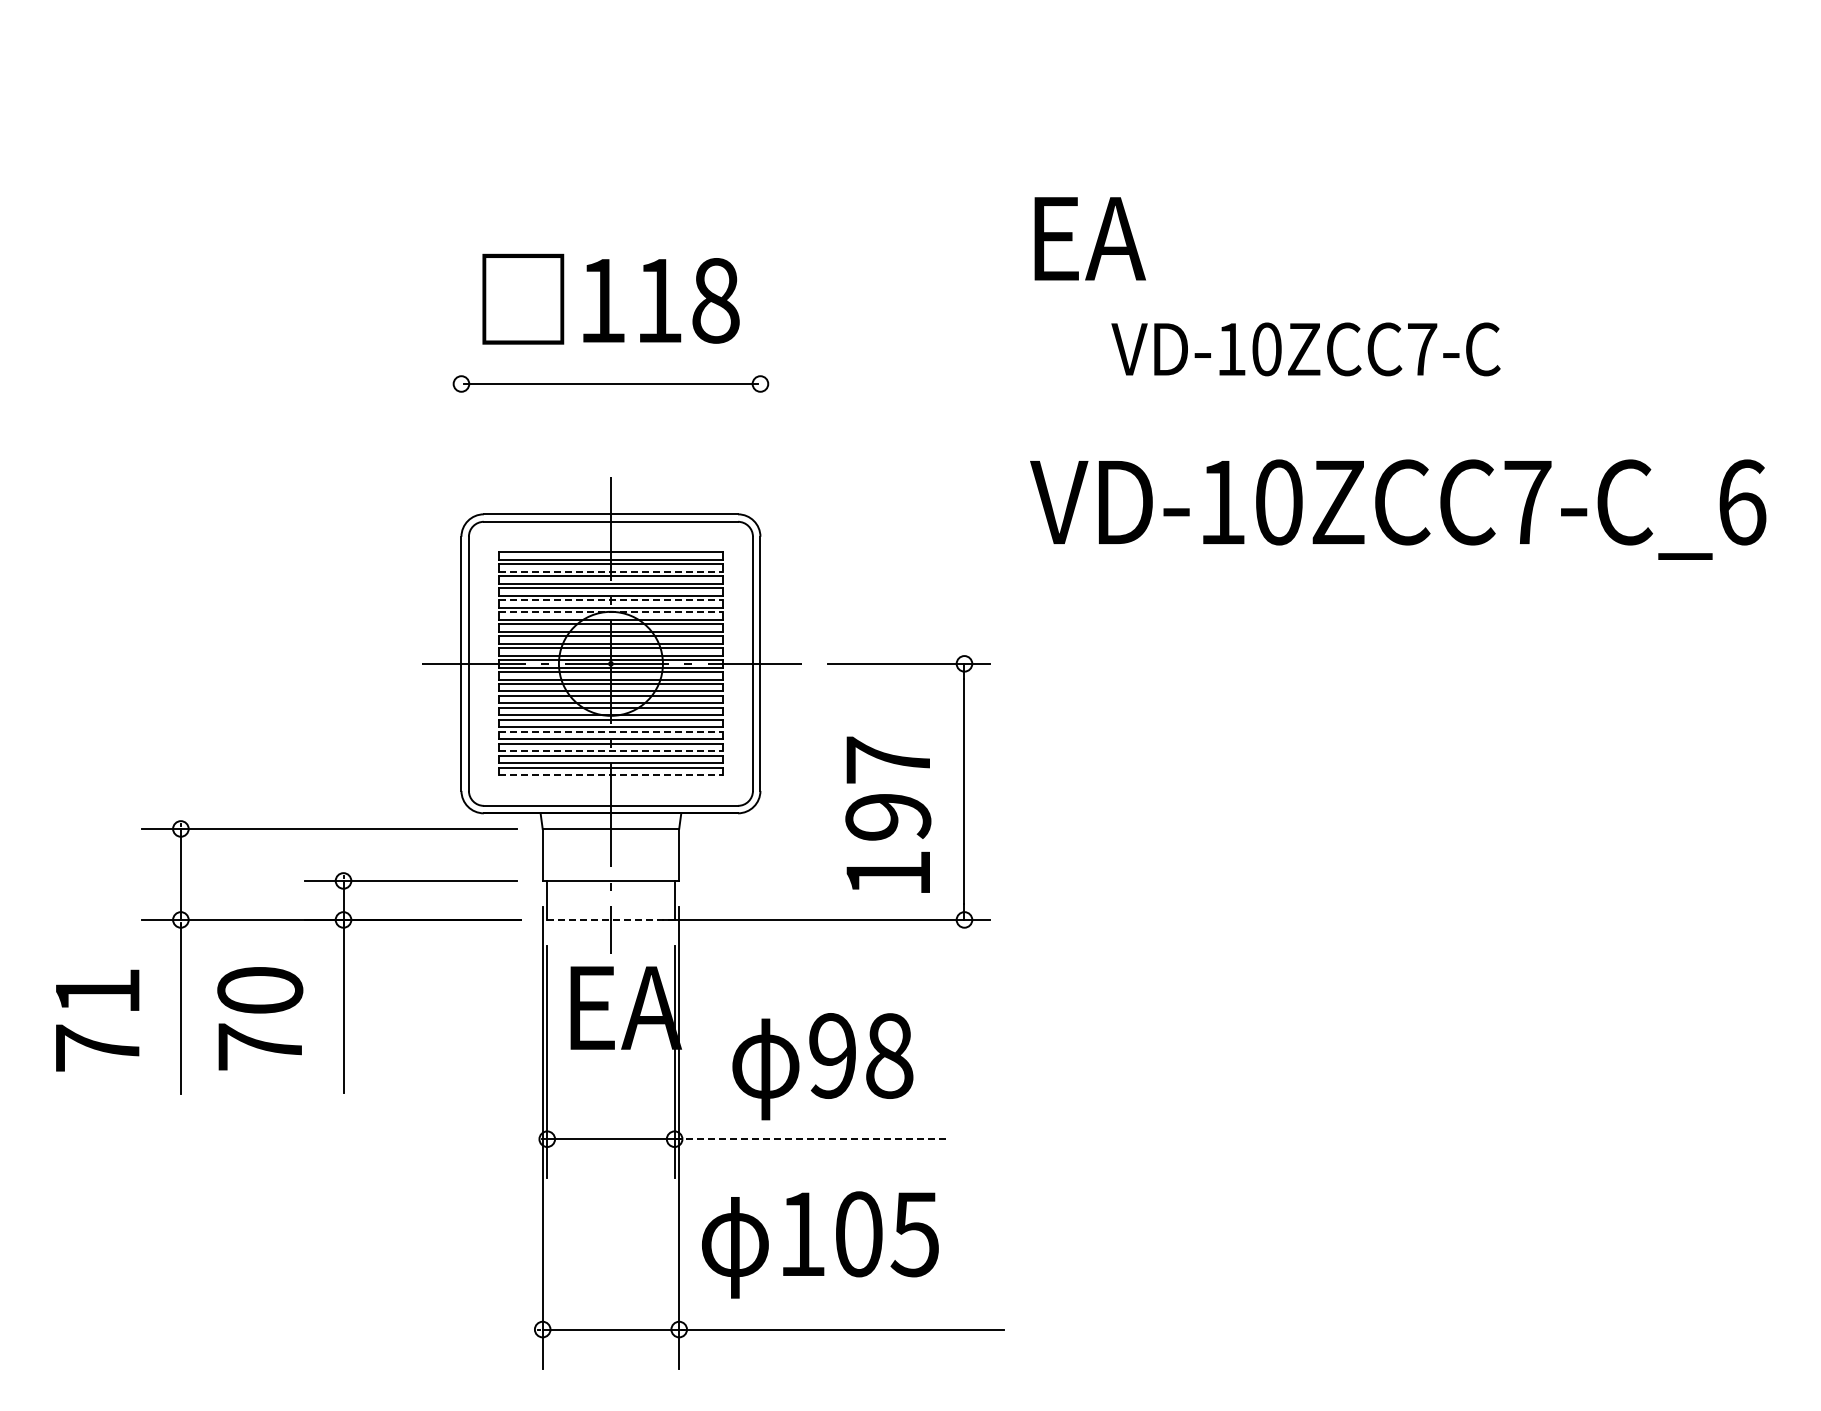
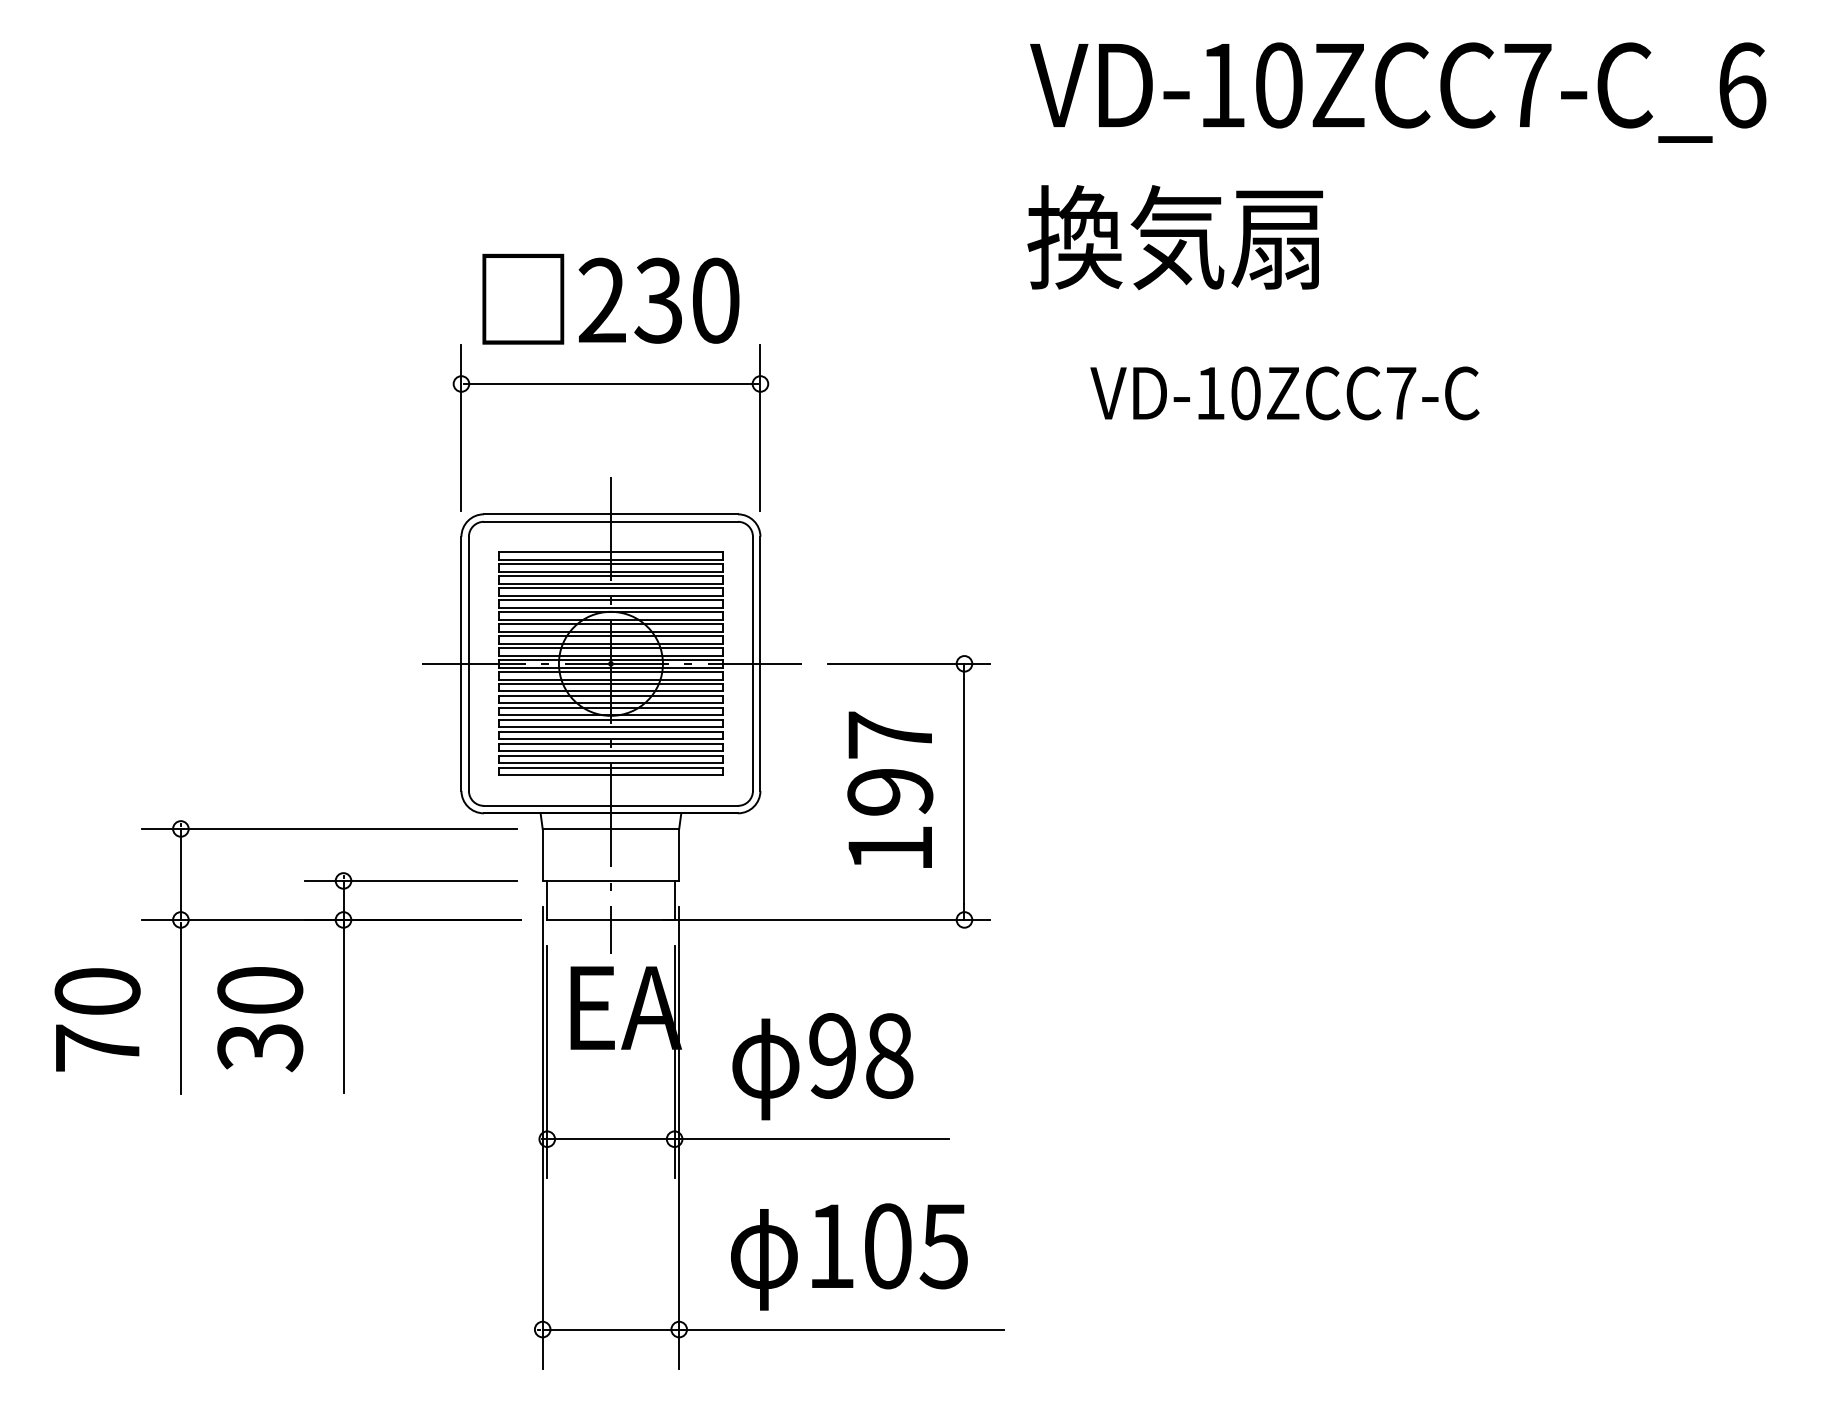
text at (1175, 237): EA -> 換気扇
text at (658, 300): 118 -> 230
text at (1305, 349) position: (1305, 349) -> (1284, 393)
line at (461, 427): none -> present
line at (760, 427): none -> present
text at (1398, 509) position: (1398, 509) -> (1398, 92)
line at (611, 571): dashed -> solid
line at (611, 600): dashed -> solid
line at (611, 612): dashed -> solid
line at (611, 731): dashed -> solid
line at (611, 751): dashed -> solid
line at (611, 775): dashed -> solid
text at (888, 814) position: (888, 814) -> (890, 789)
line at (610, 919): dashed -> solid
text at (97, 991): 71 -> 70
text at (260, 1047): 70 -> 30
line at (812, 1139): dashed -> solid
text at (820, 1244) position: (820, 1244) -> (849, 1256)
